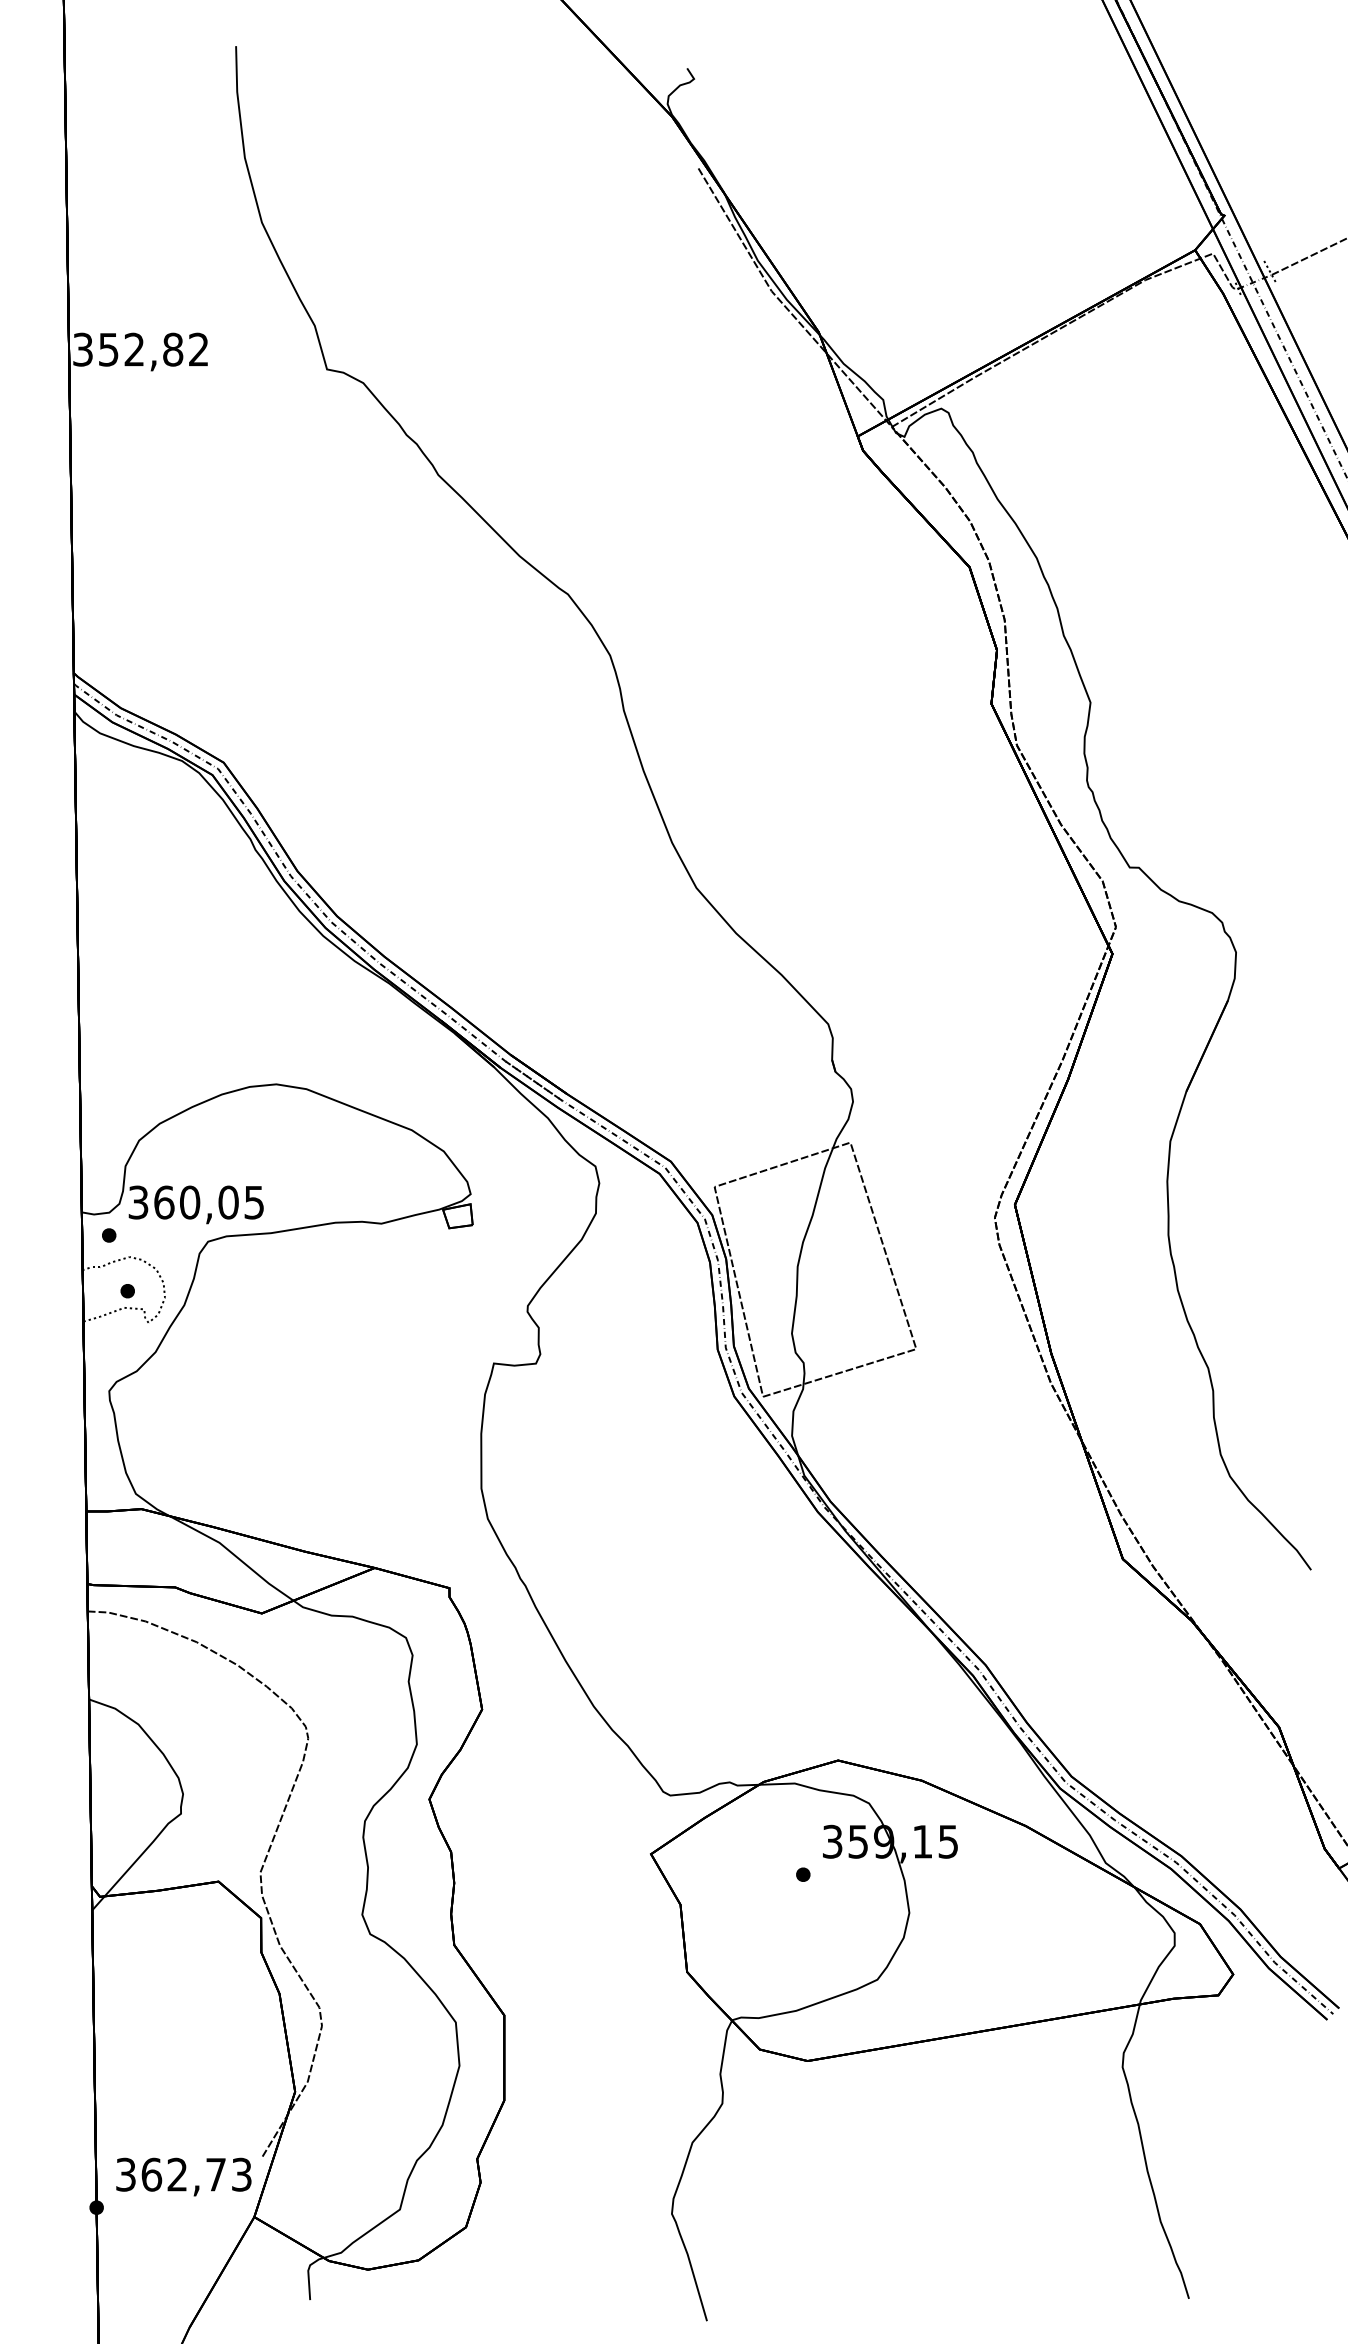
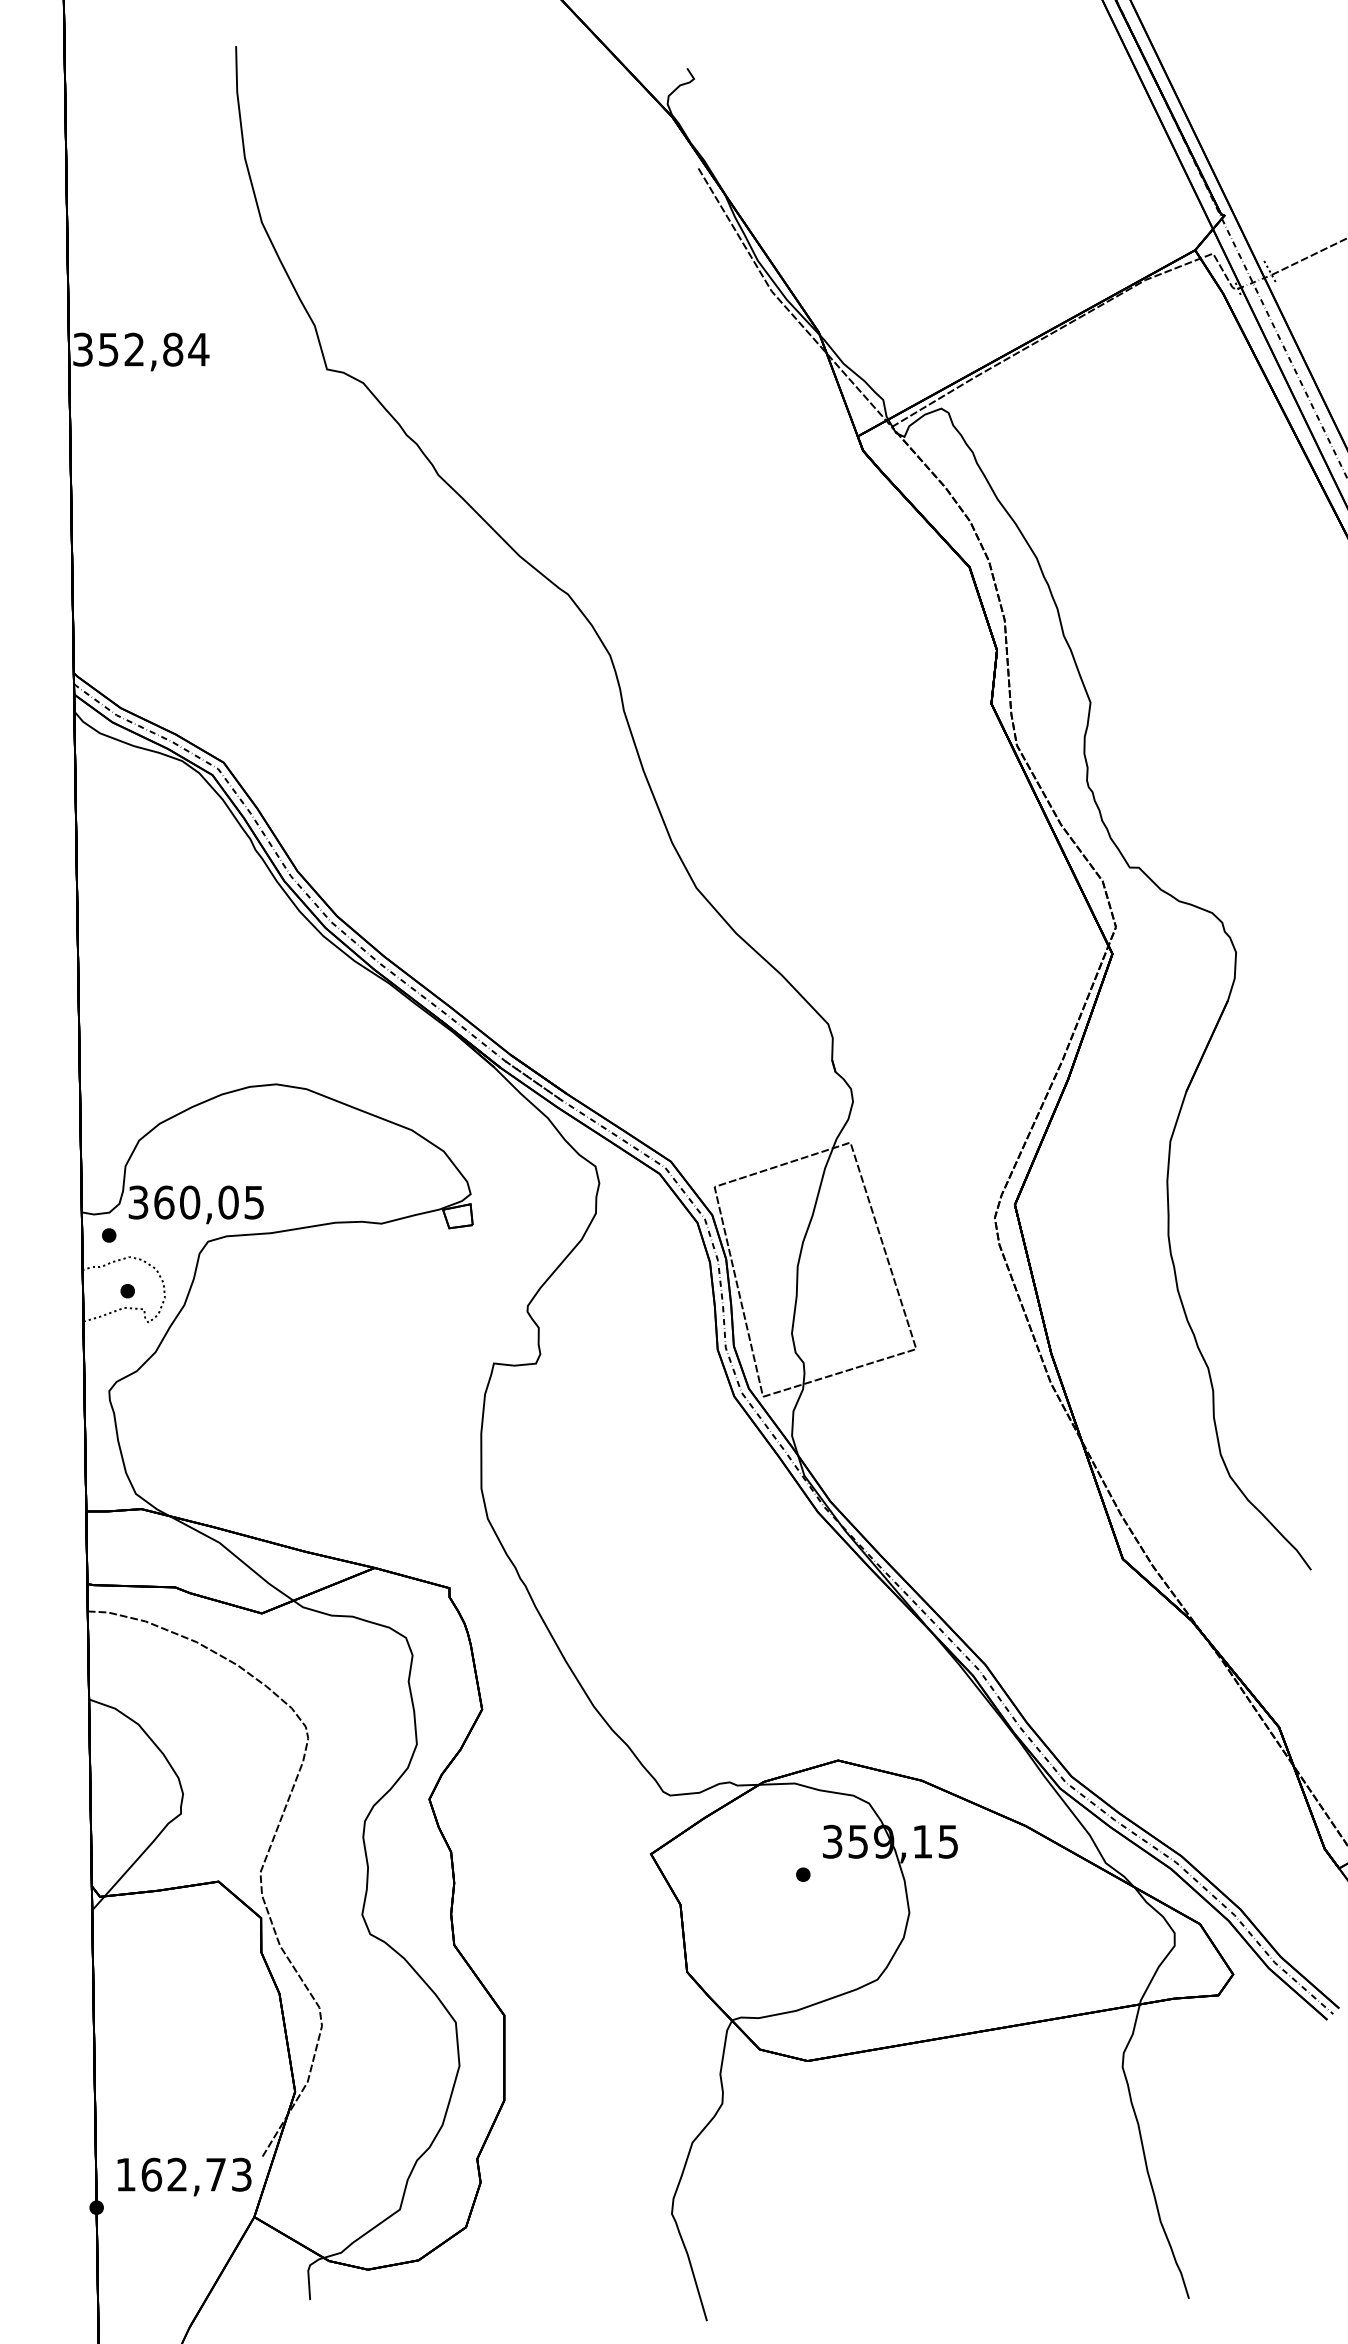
text at (198, 349): 352,82 -> 352,84
text at (125, 2174): 362,73 -> 162,73
